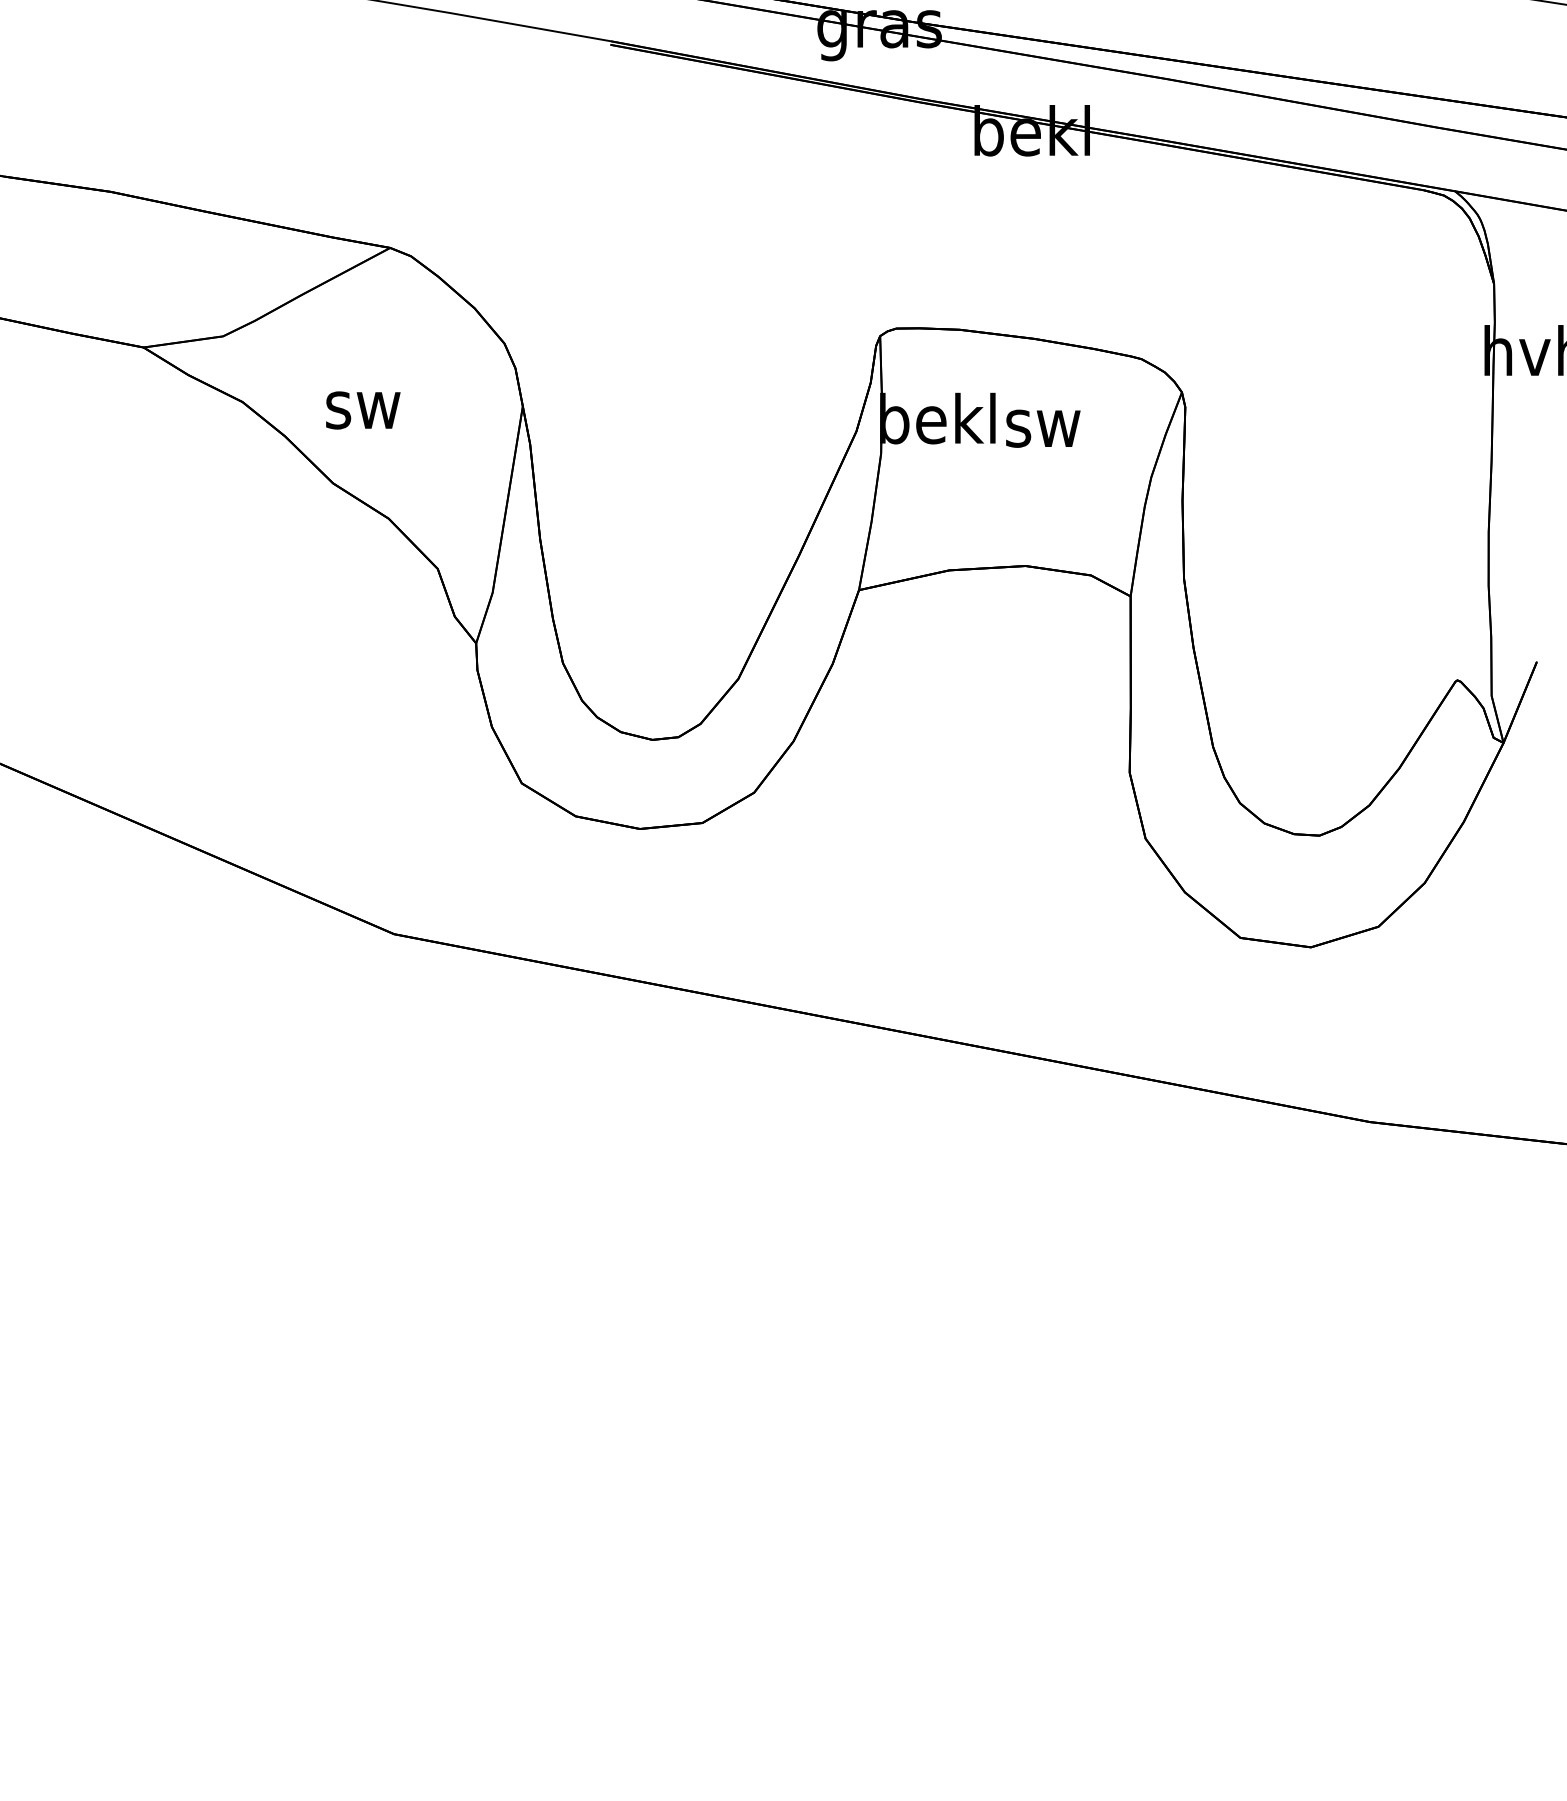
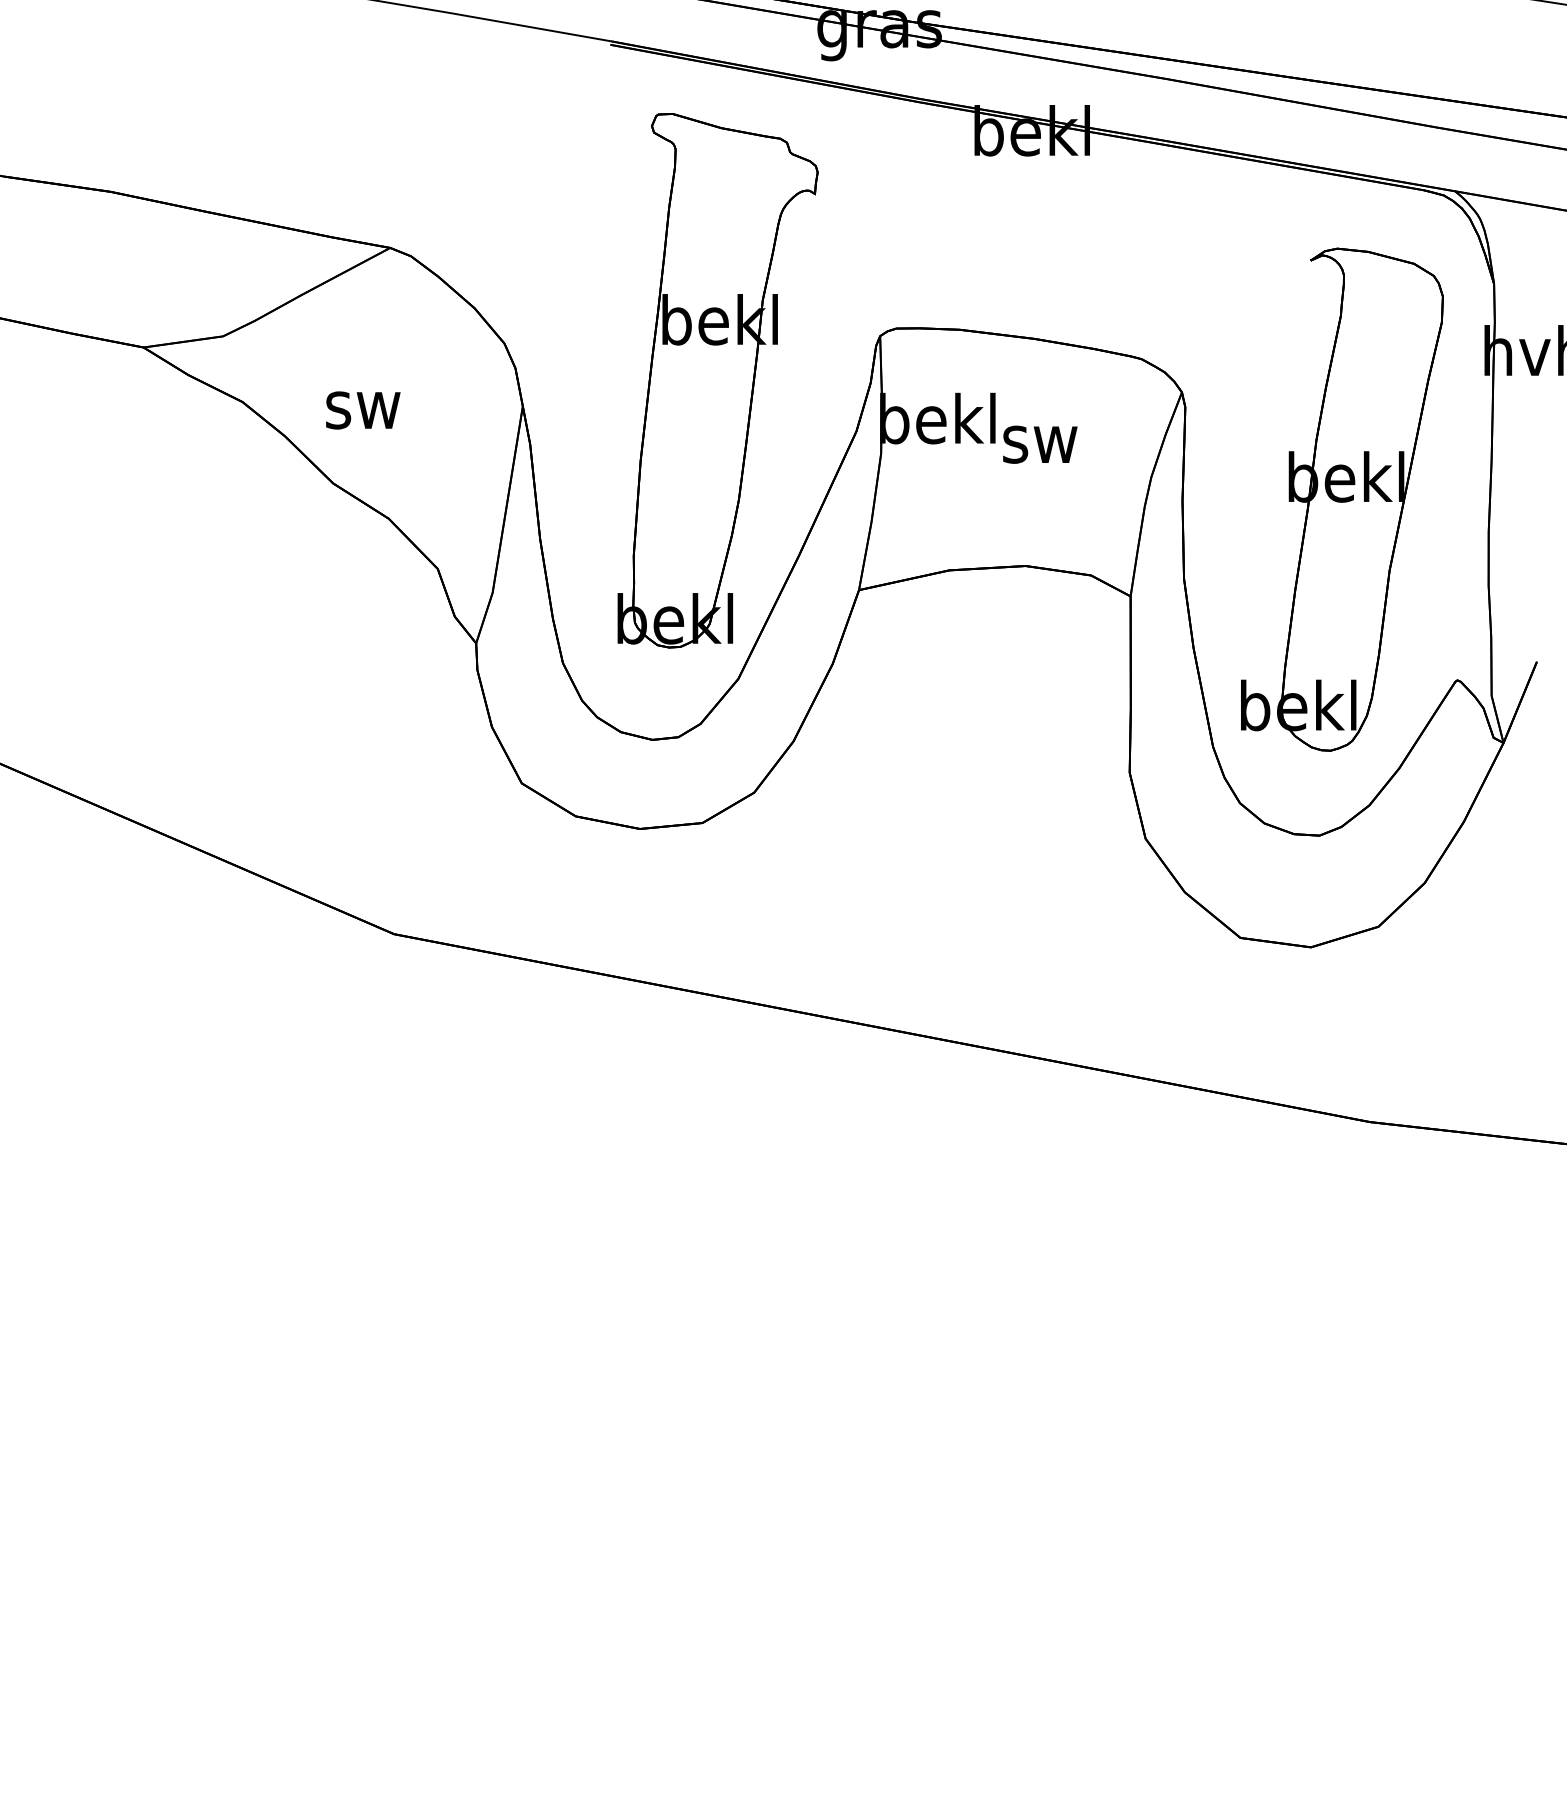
part at (717, 380): none -> present
text at (1043, 428) position: (1043, 428) -> (1040, 444)
part at (1342, 499): none -> present
